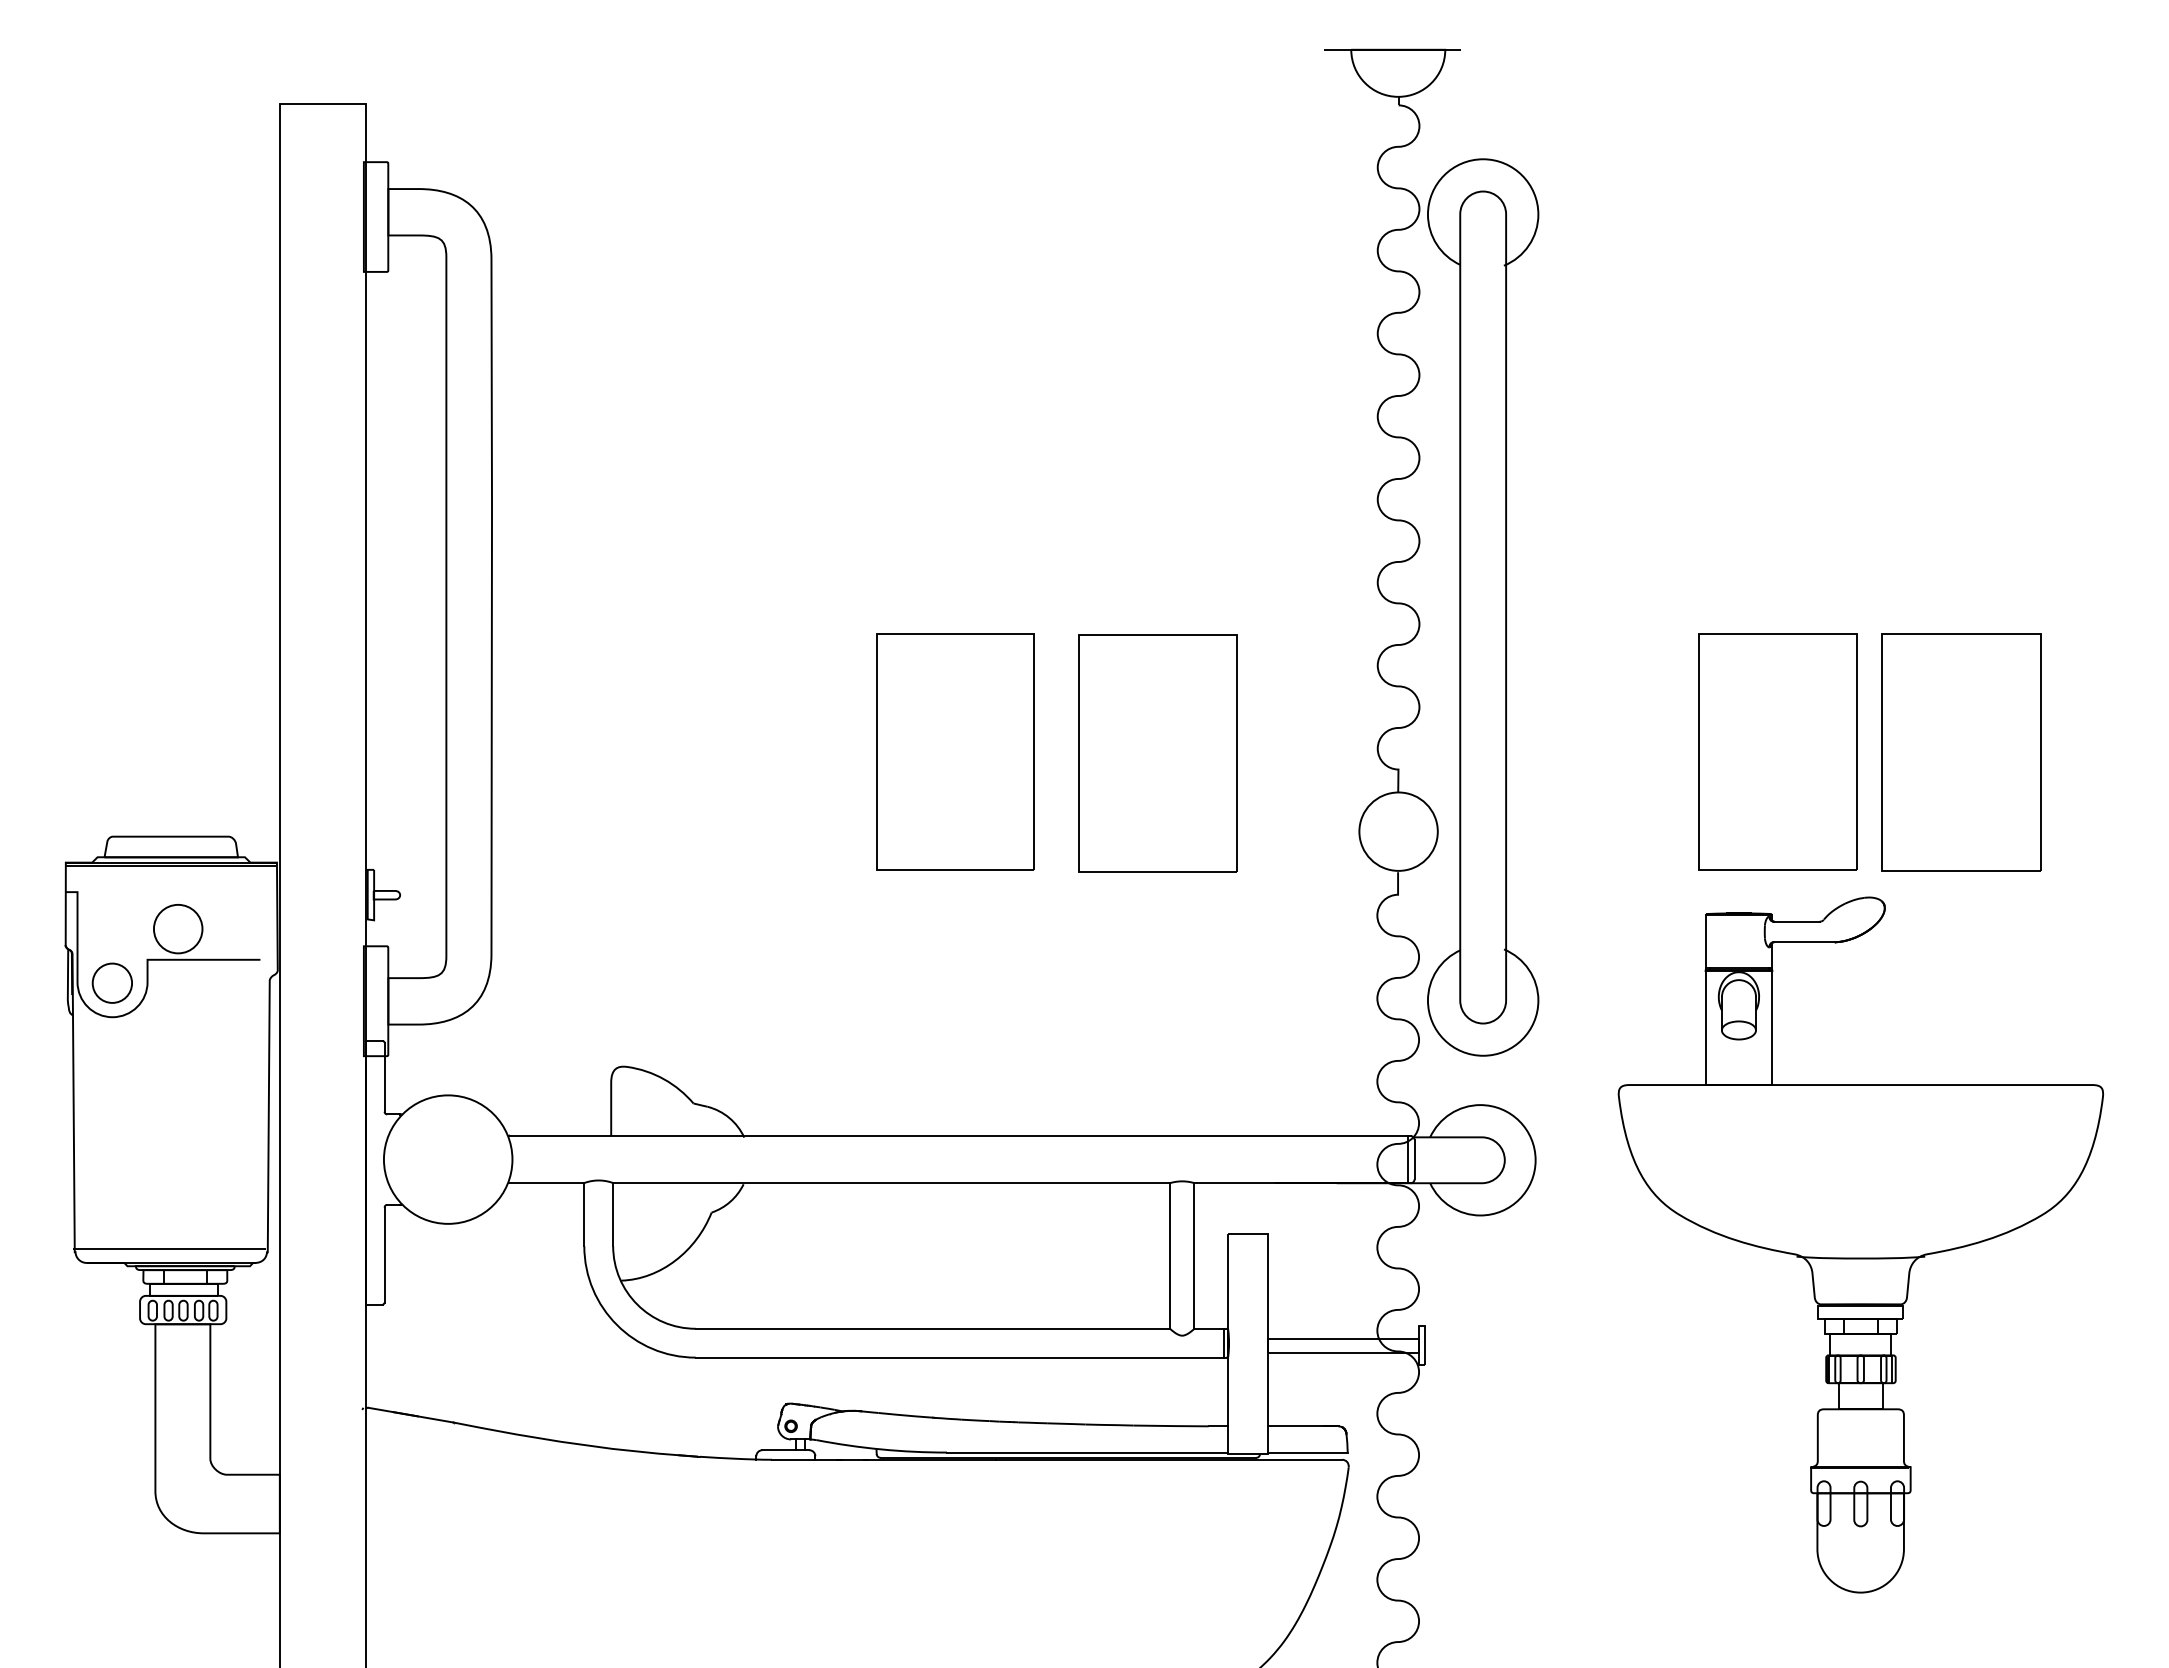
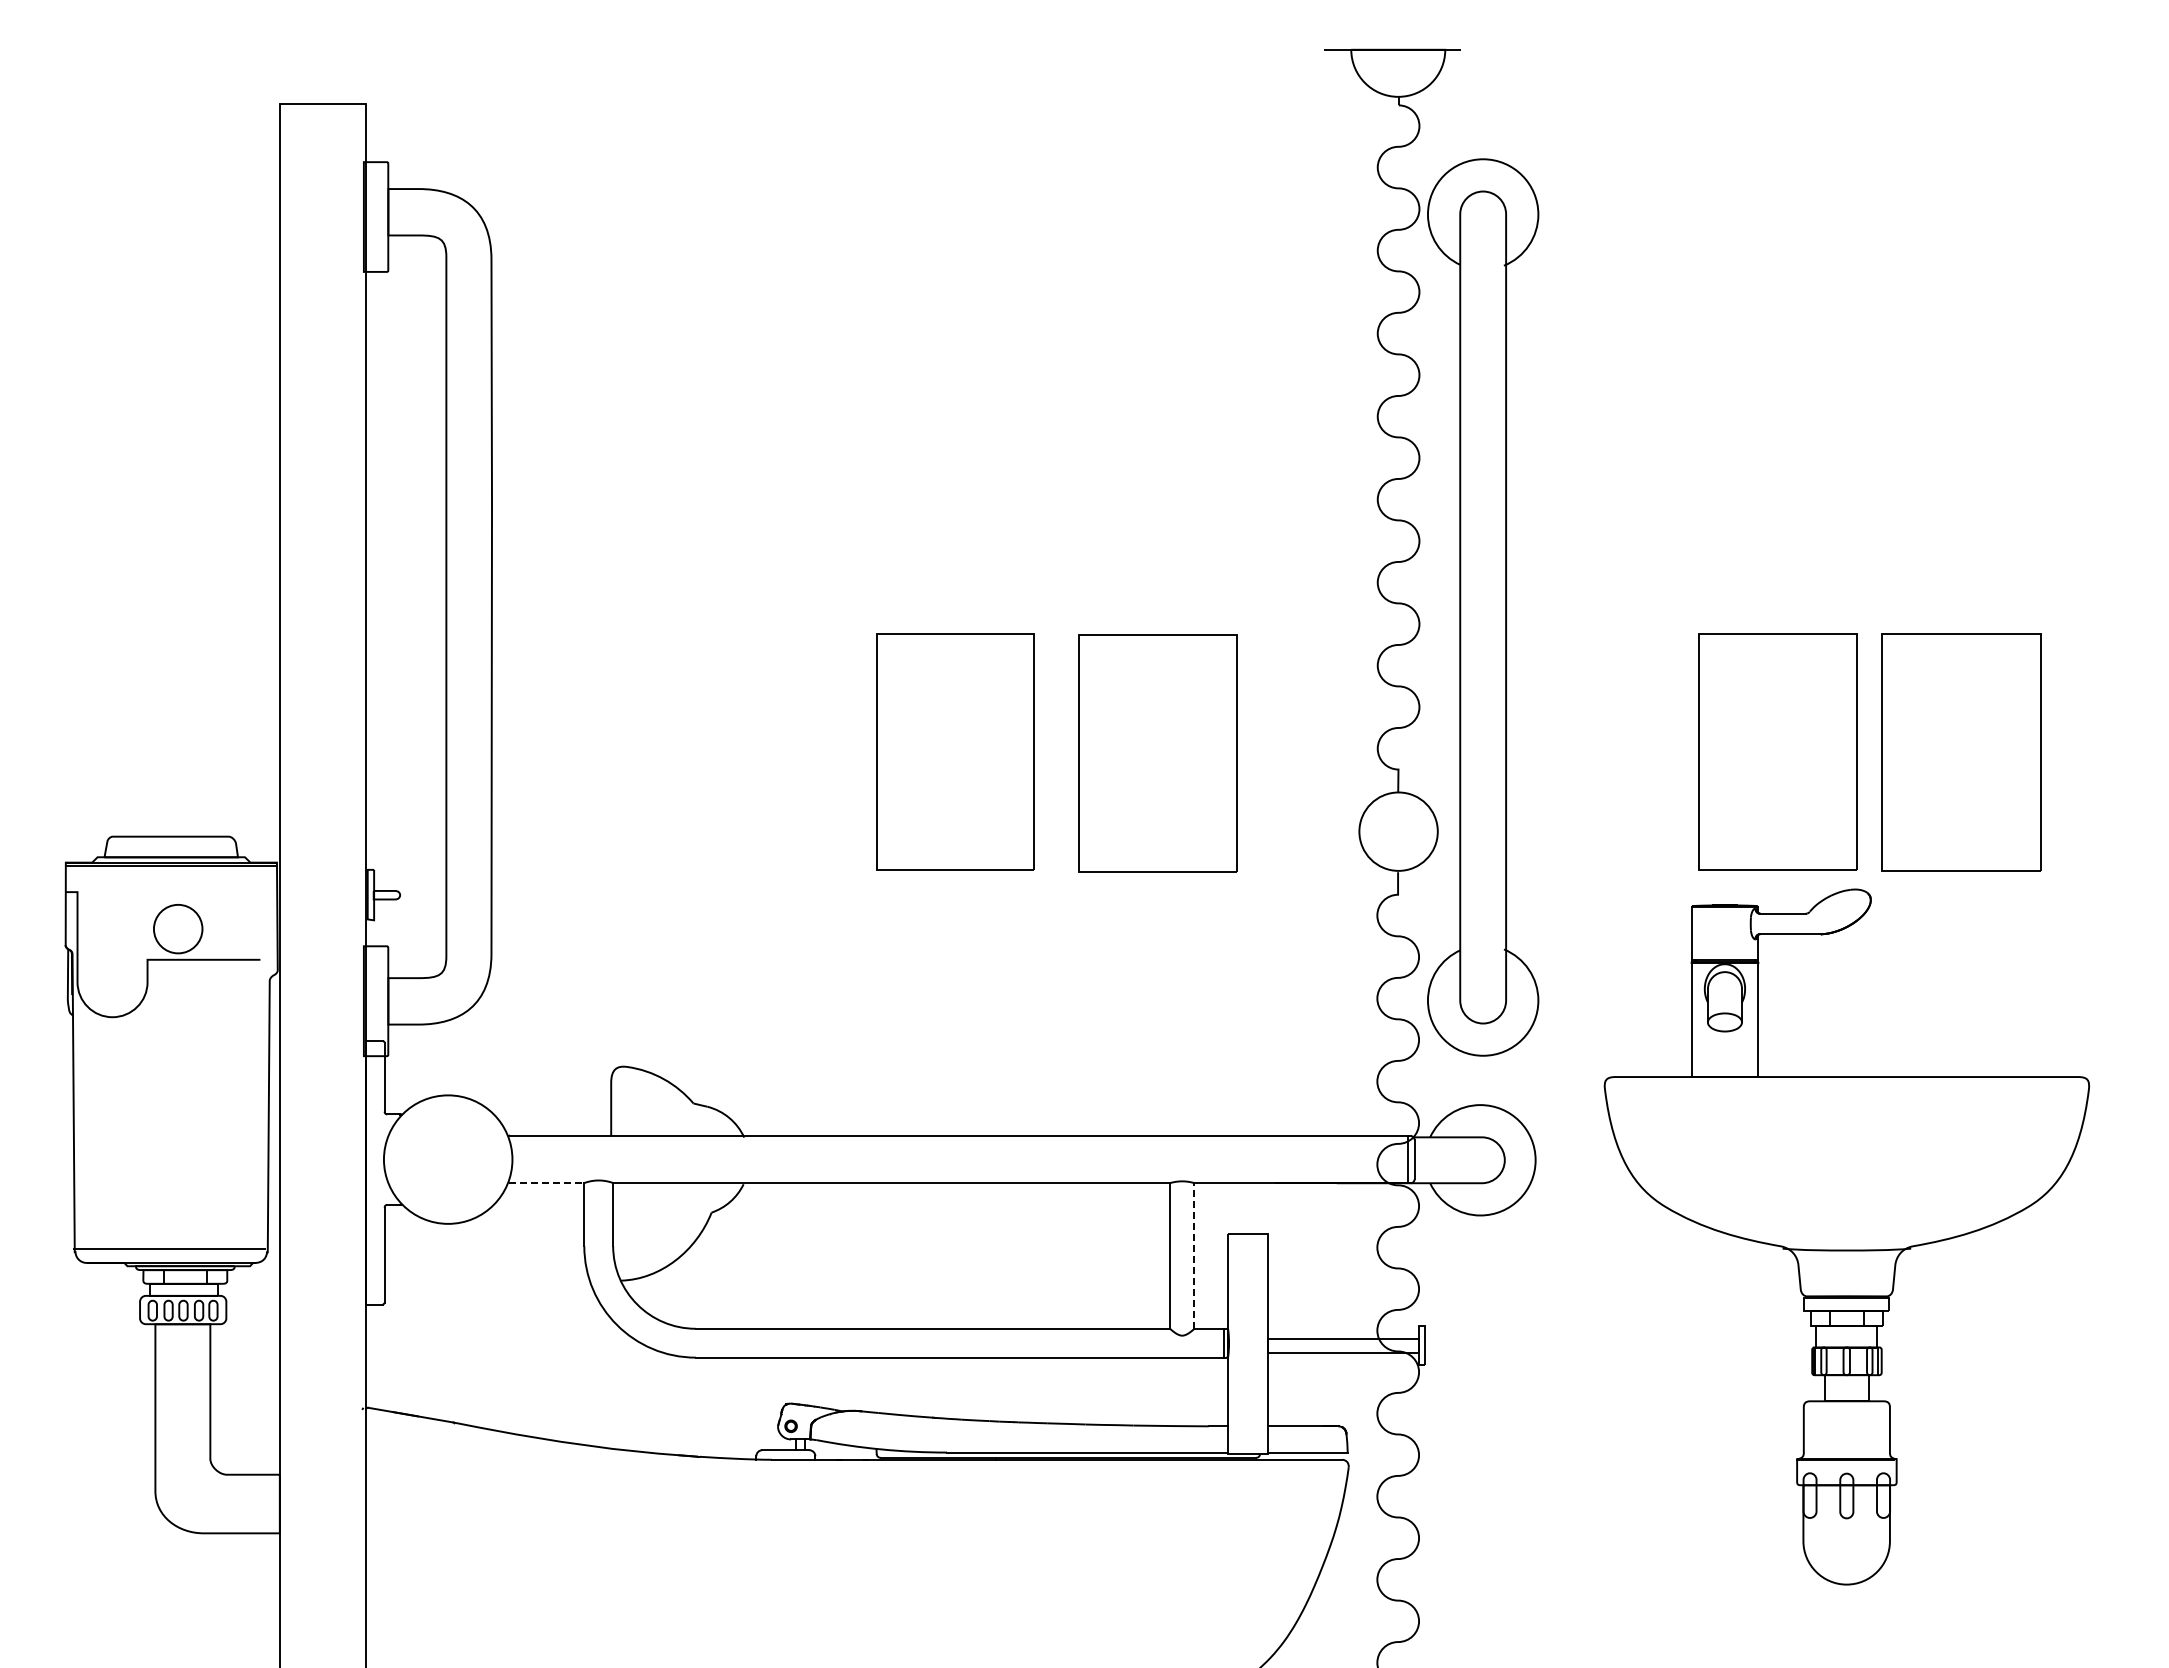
part at (111, 982): present -> none
line at (546, 1183): solid -> dashed
part at (1860, 1244) position: (1860, 1244) -> (1846, 1236)
line at (1194, 1255): solid -> dashed
